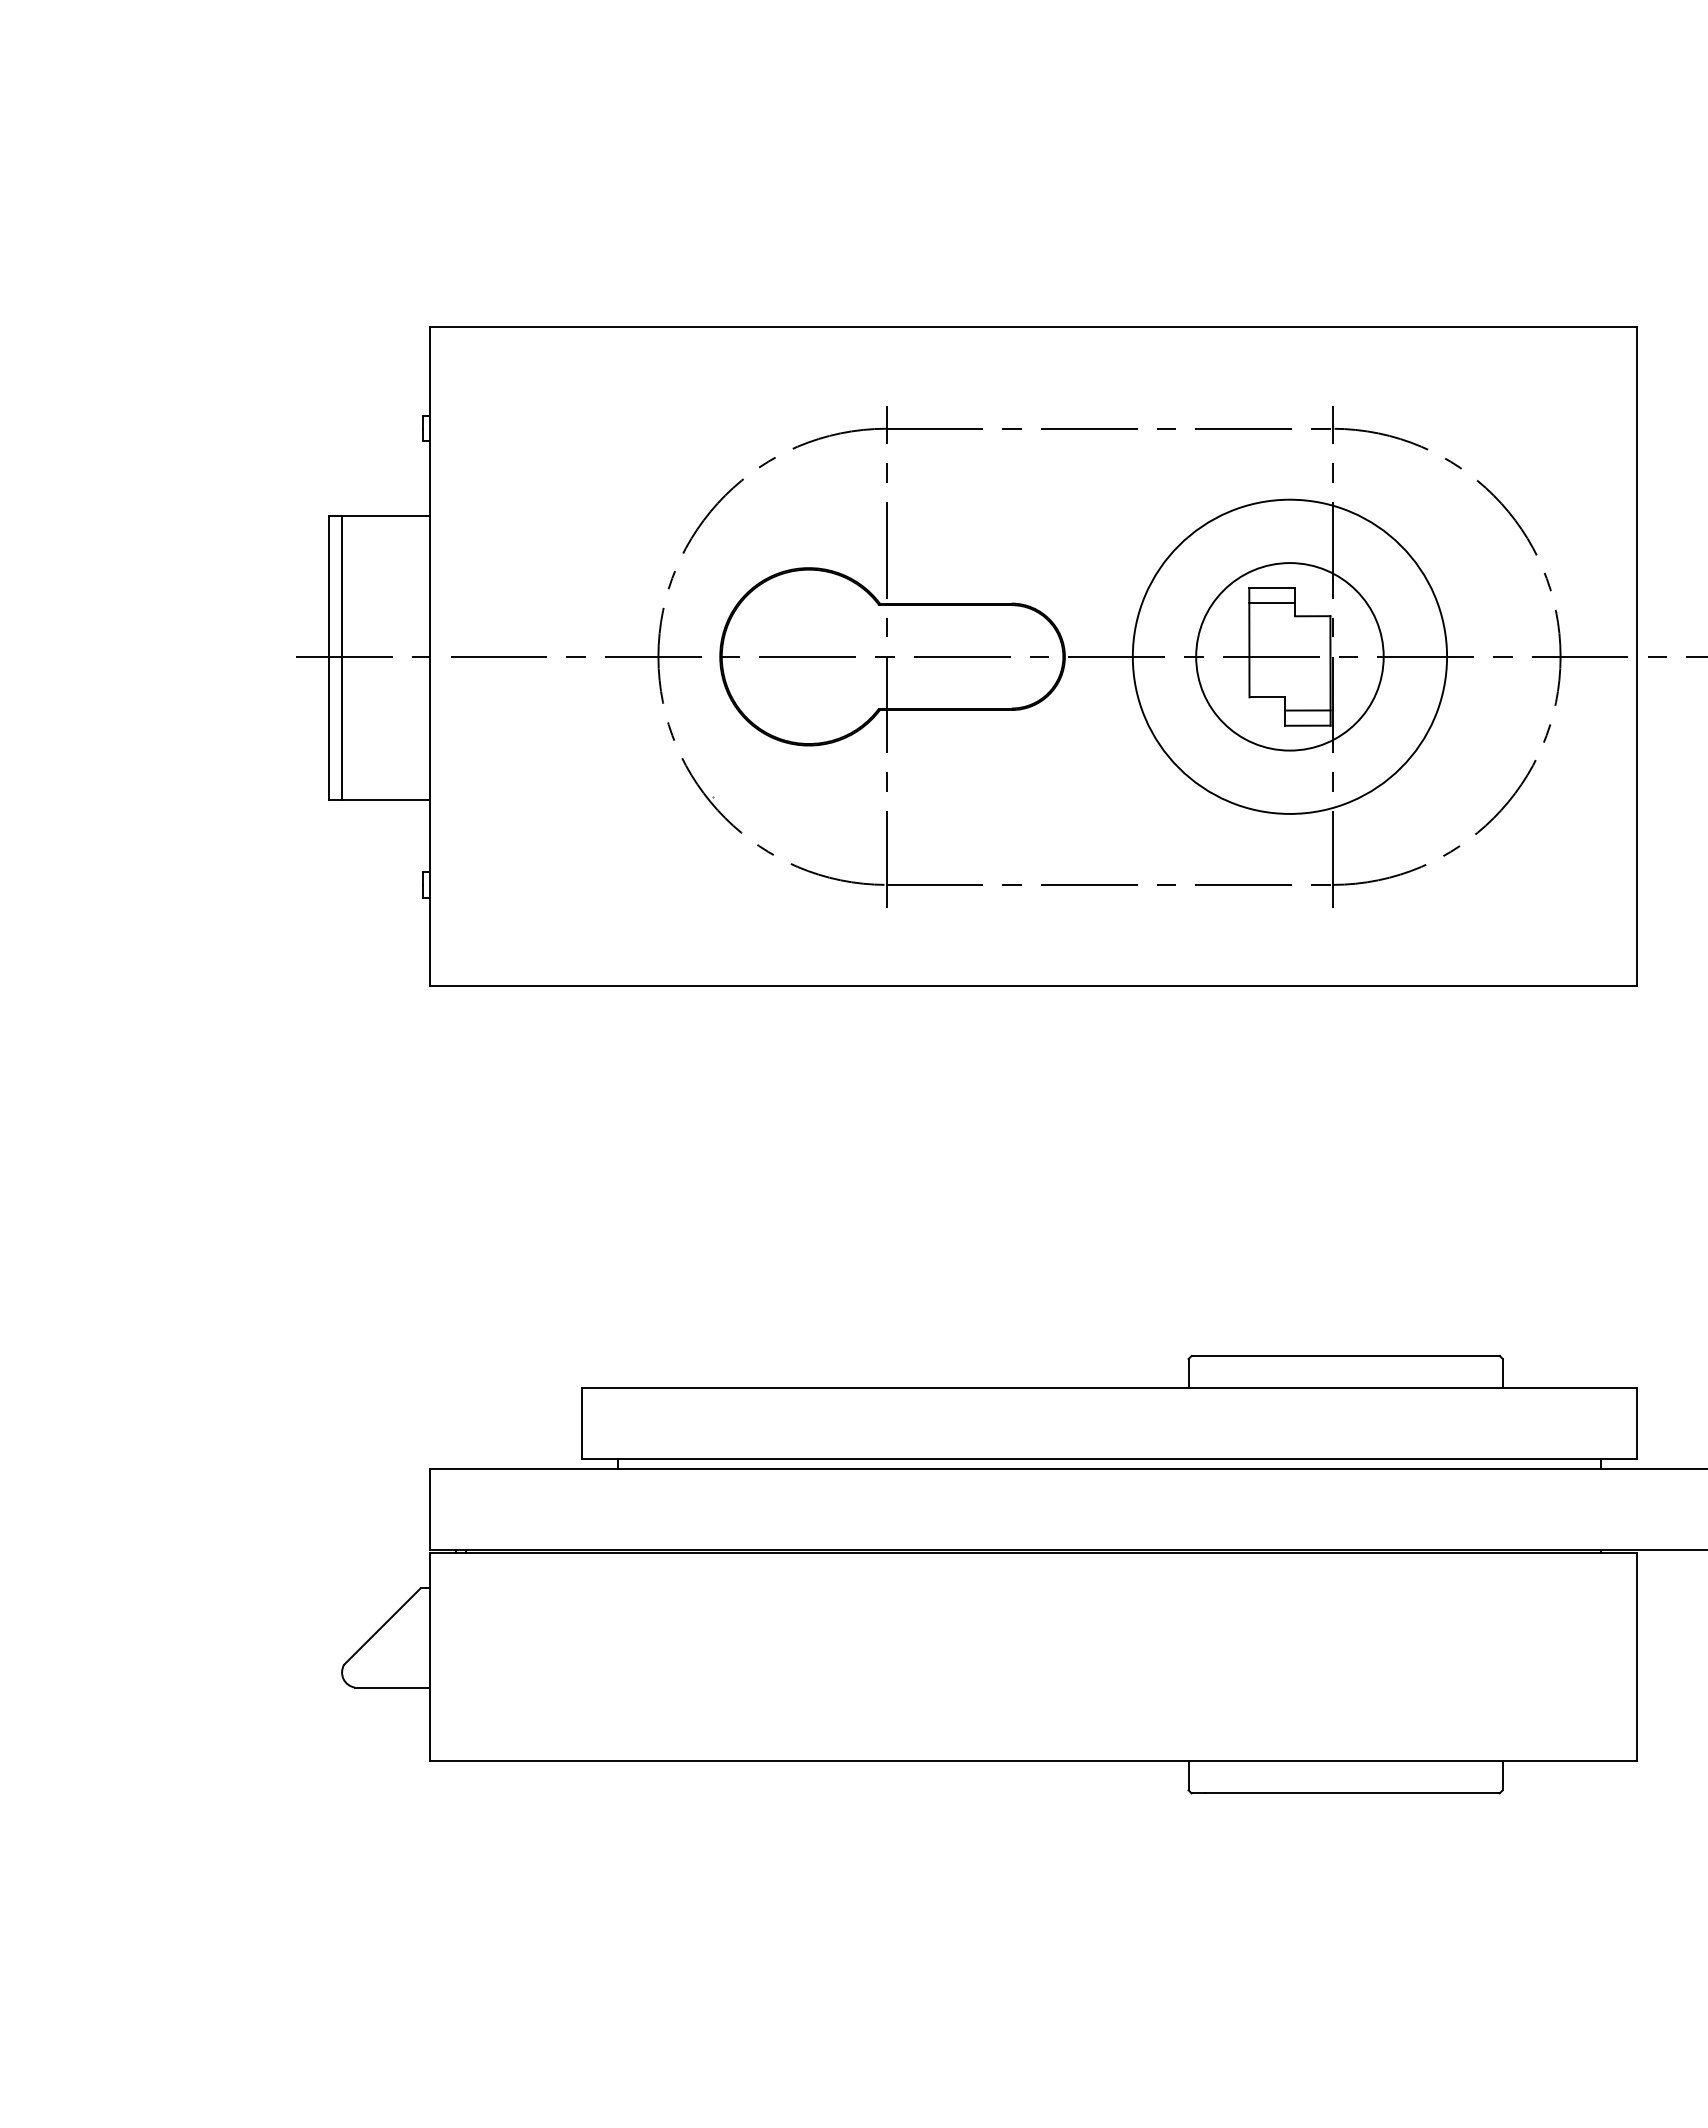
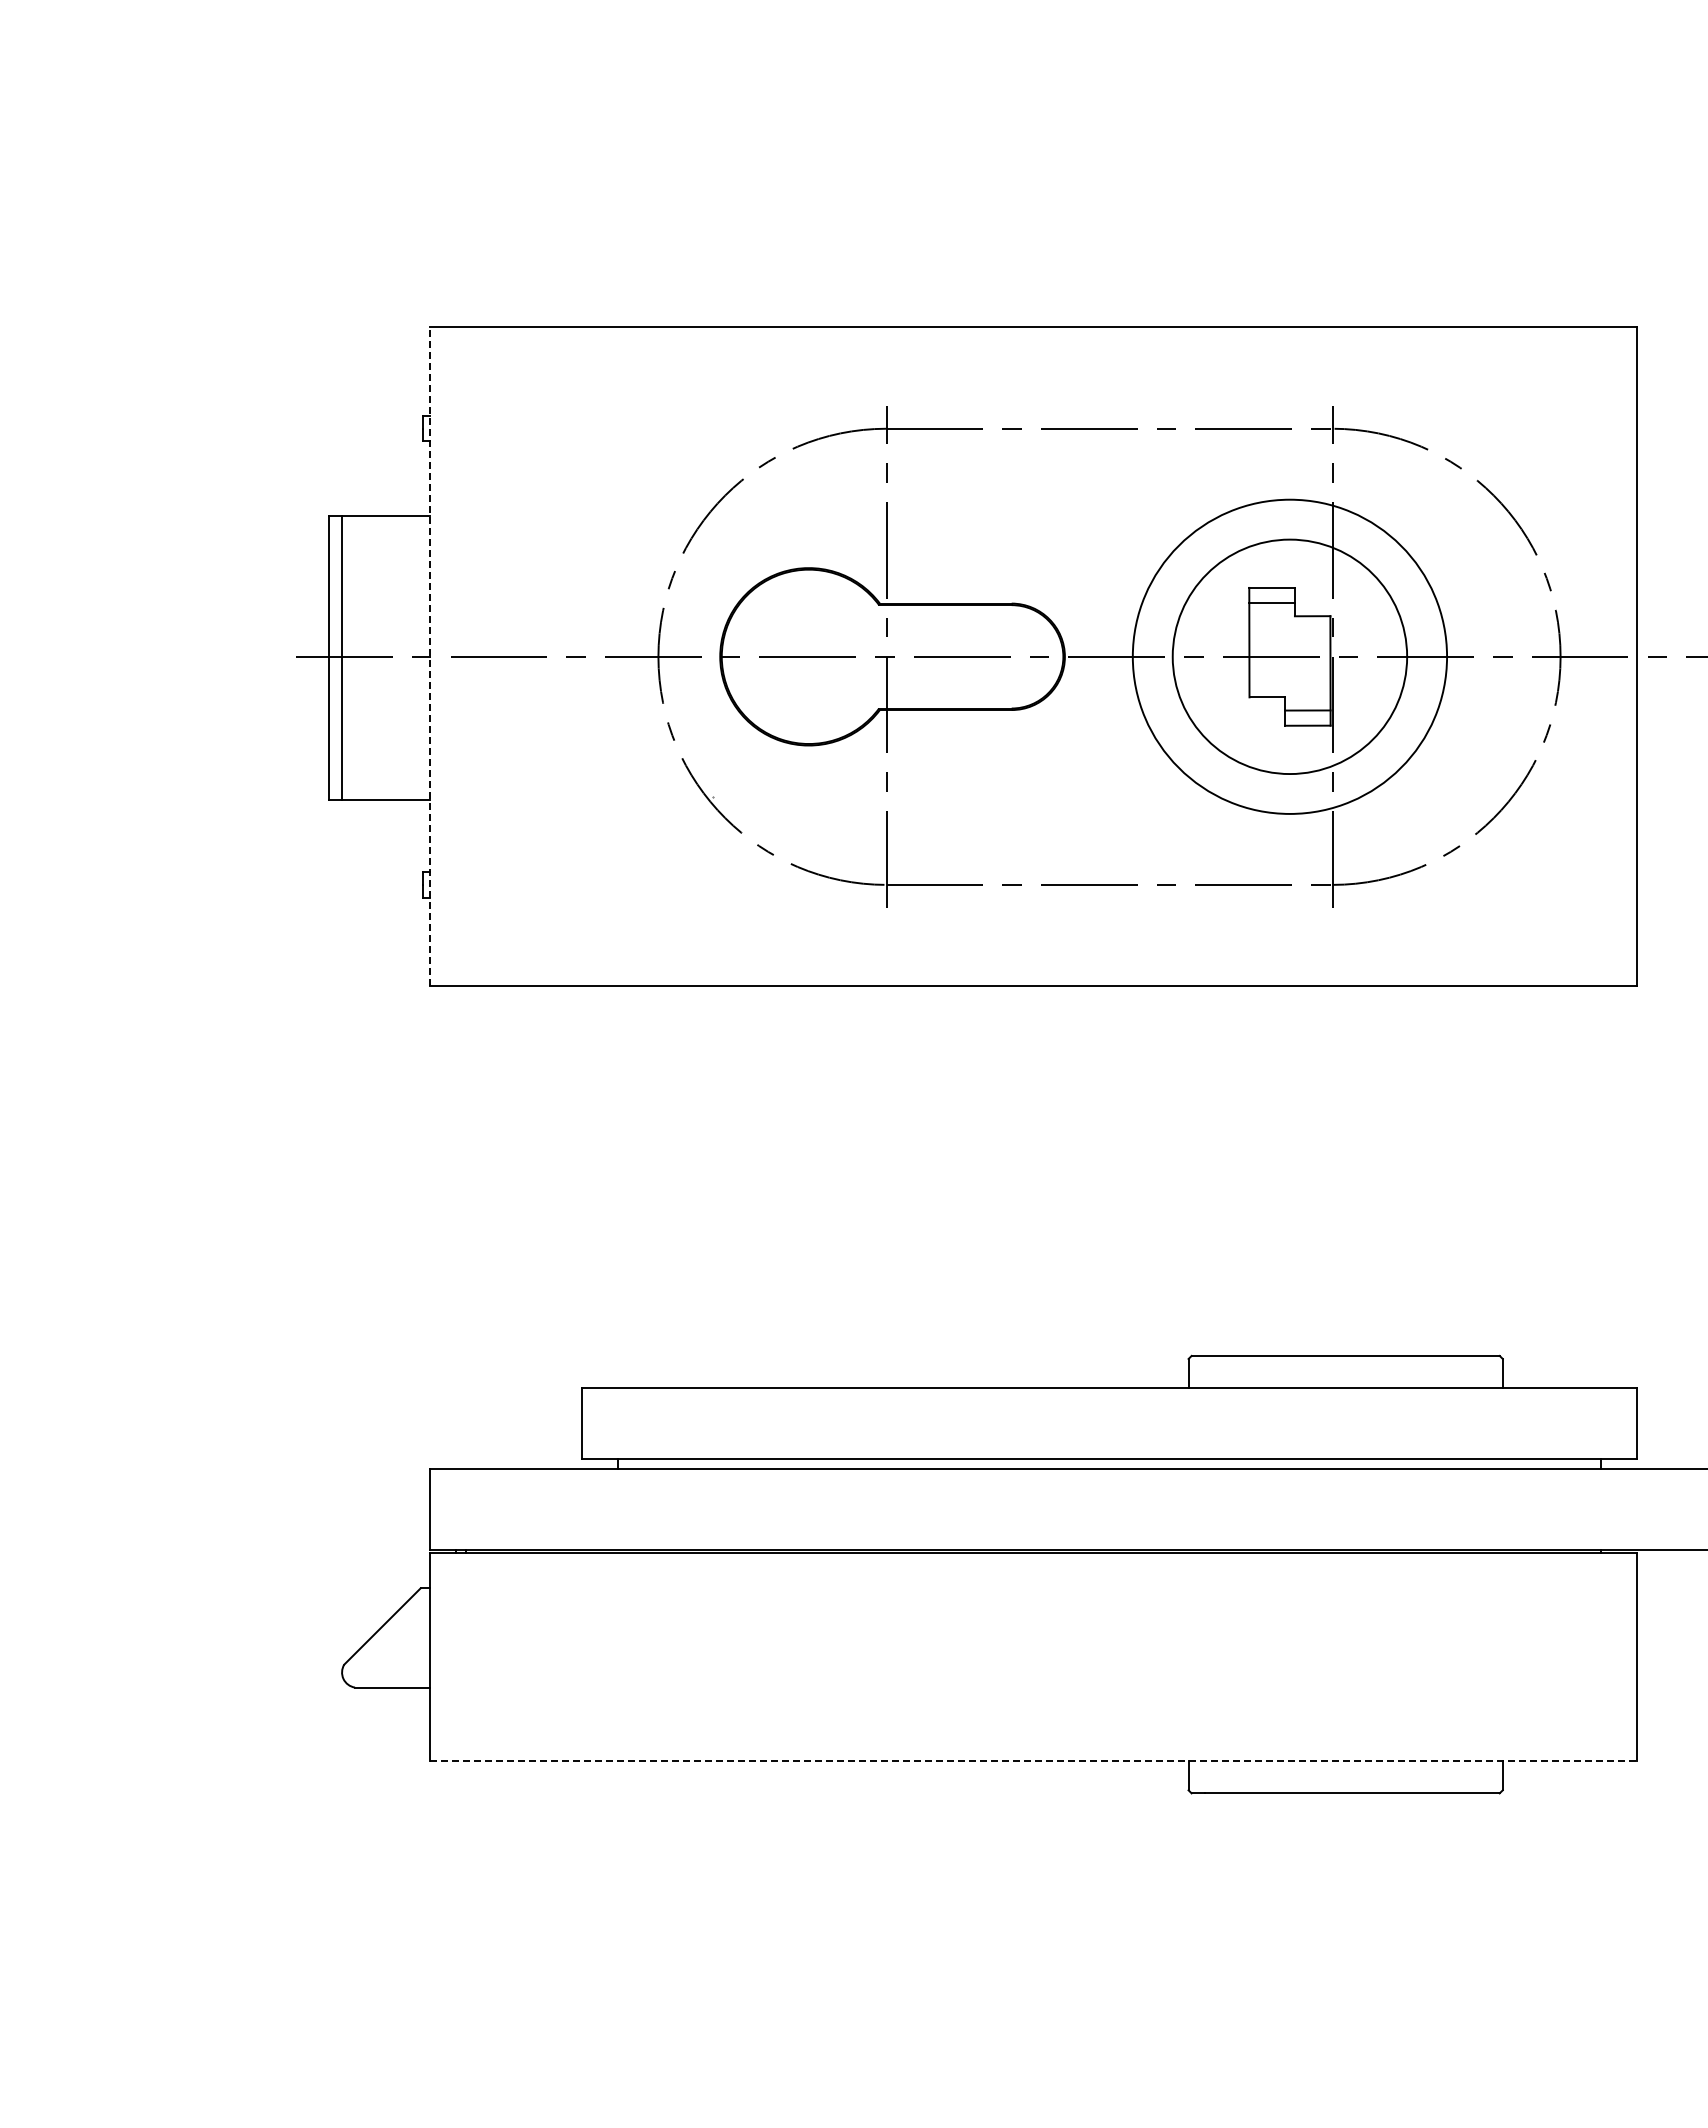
line at (430, 656): solid -> dashed
circle at (1289, 656) diameter: 188 px -> 234 px
line at (1033, 1760): solid -> dashed
